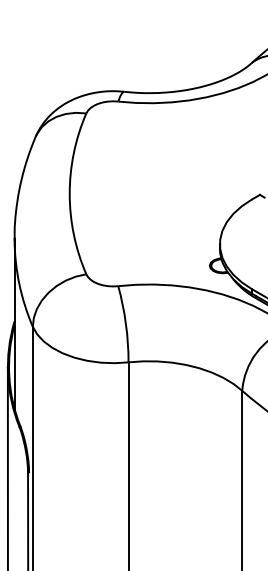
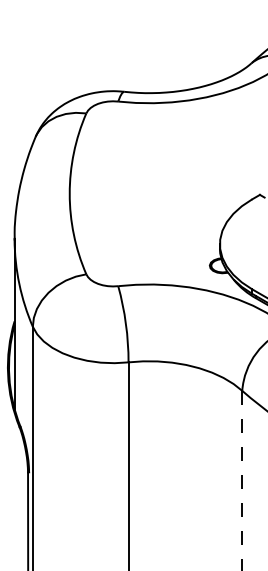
line at (7, 467): present -> none
line at (242, 480): solid -> dashed
